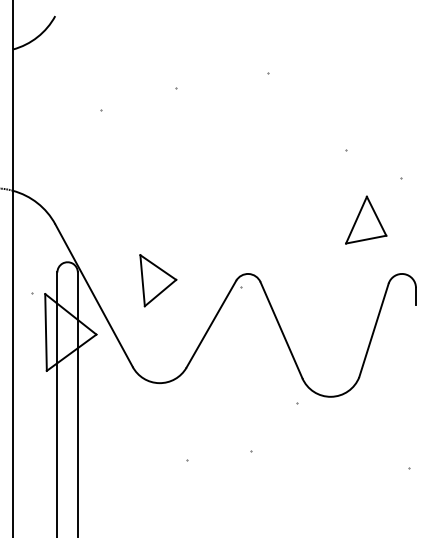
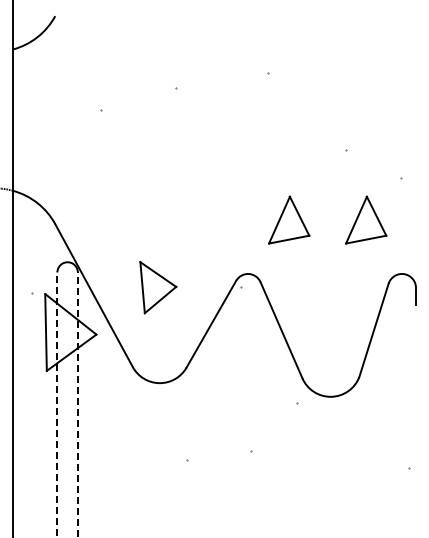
part at (289, 219): none -> present
part at (158, 280) position: (158, 280) -> (158, 287)
line at (57, 404): solid -> dashed
line at (77, 404): solid -> dashed
